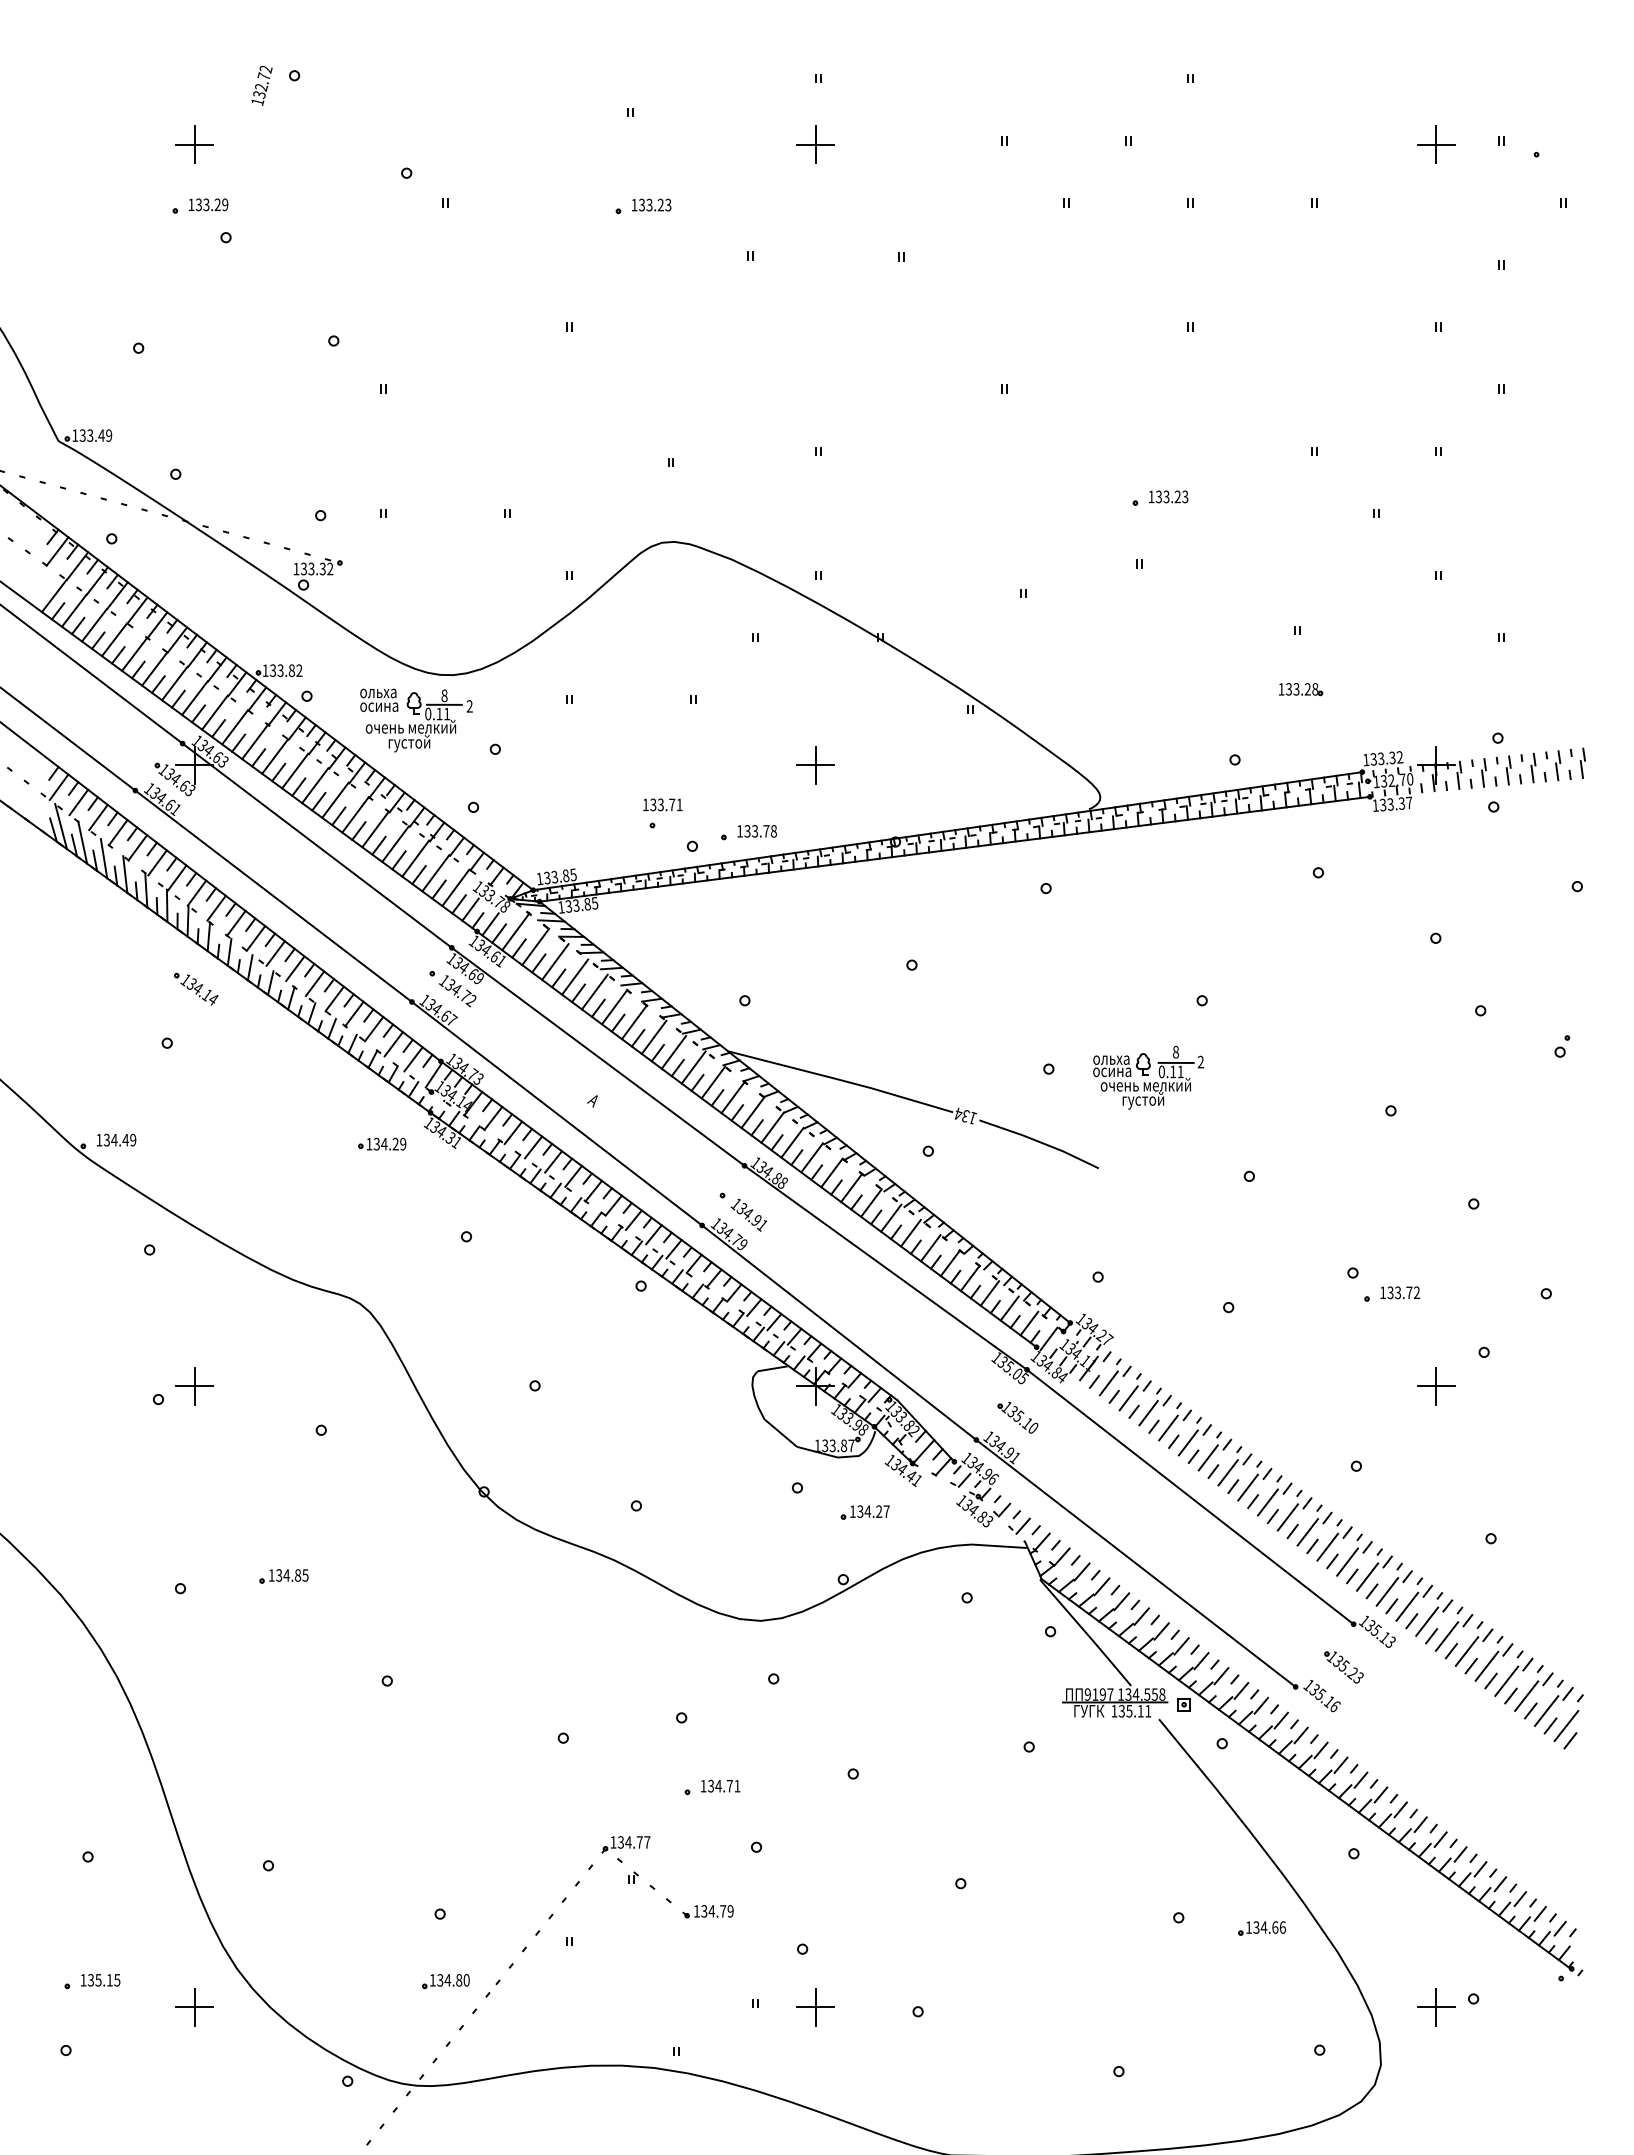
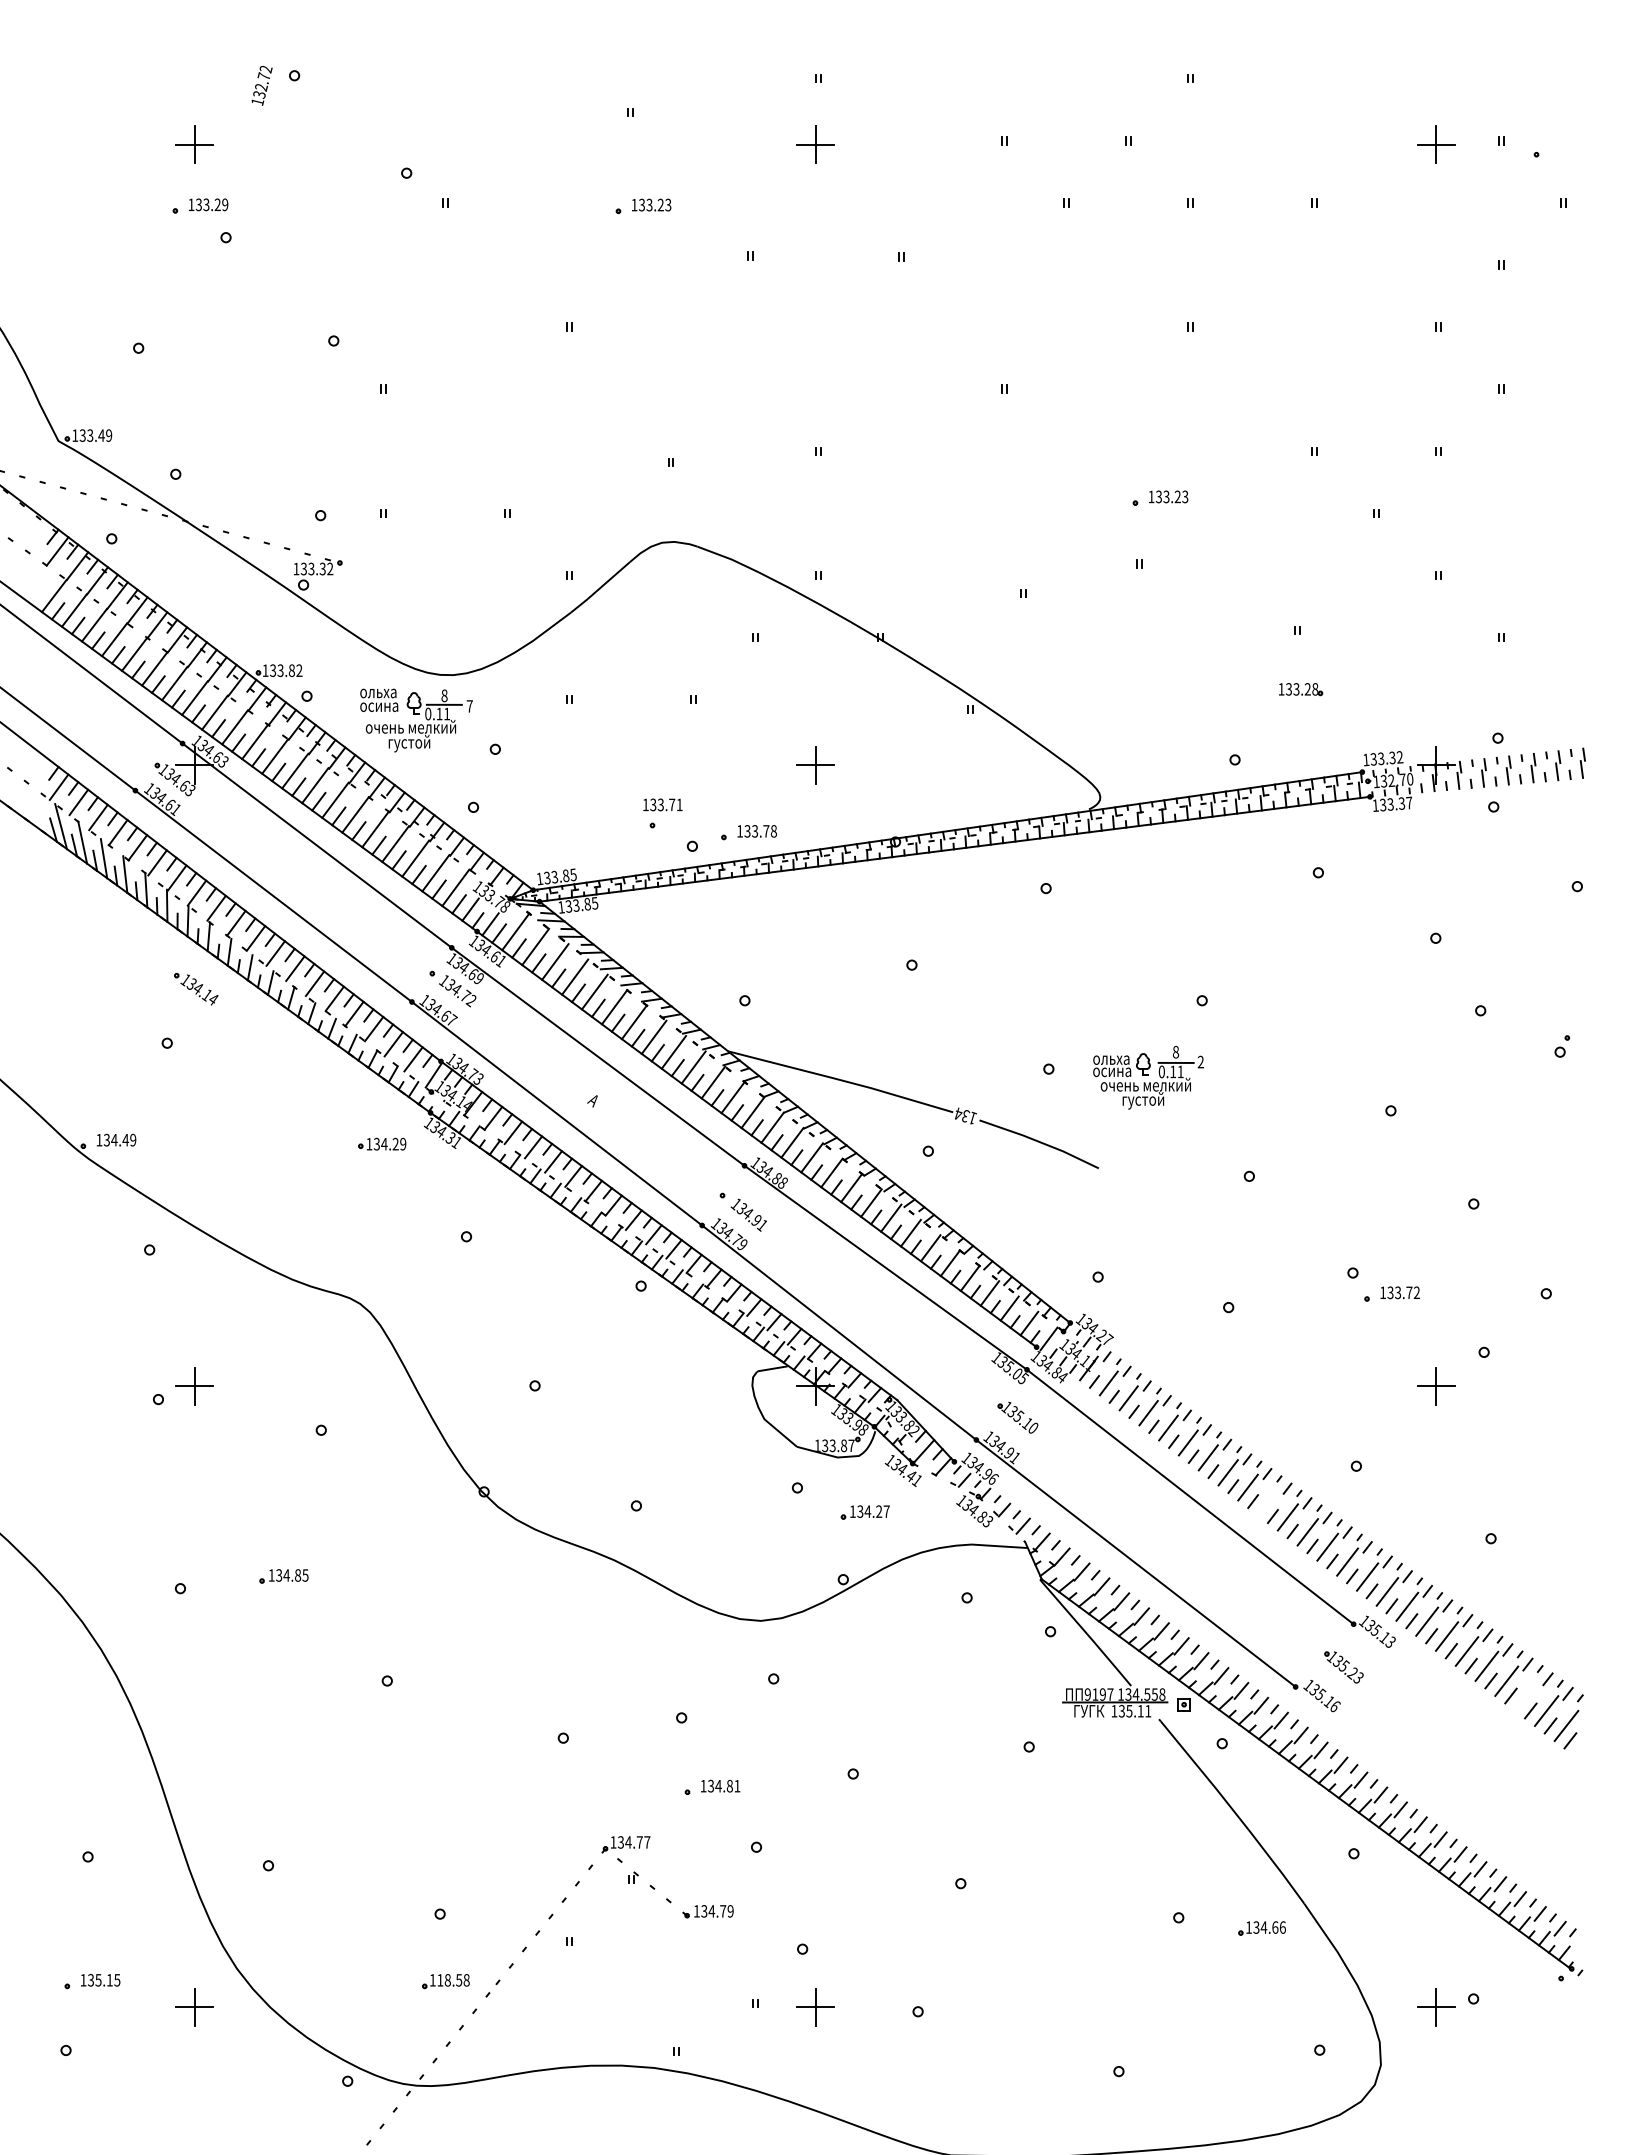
text at (469, 706): 2 -> 7
line at (1267, 1502): present -> none
line at (1526, 1695): present -> none
text at (729, 1785): 134.71 -> 134.81
text at (453, 1980): 134.80 -> 118.58
